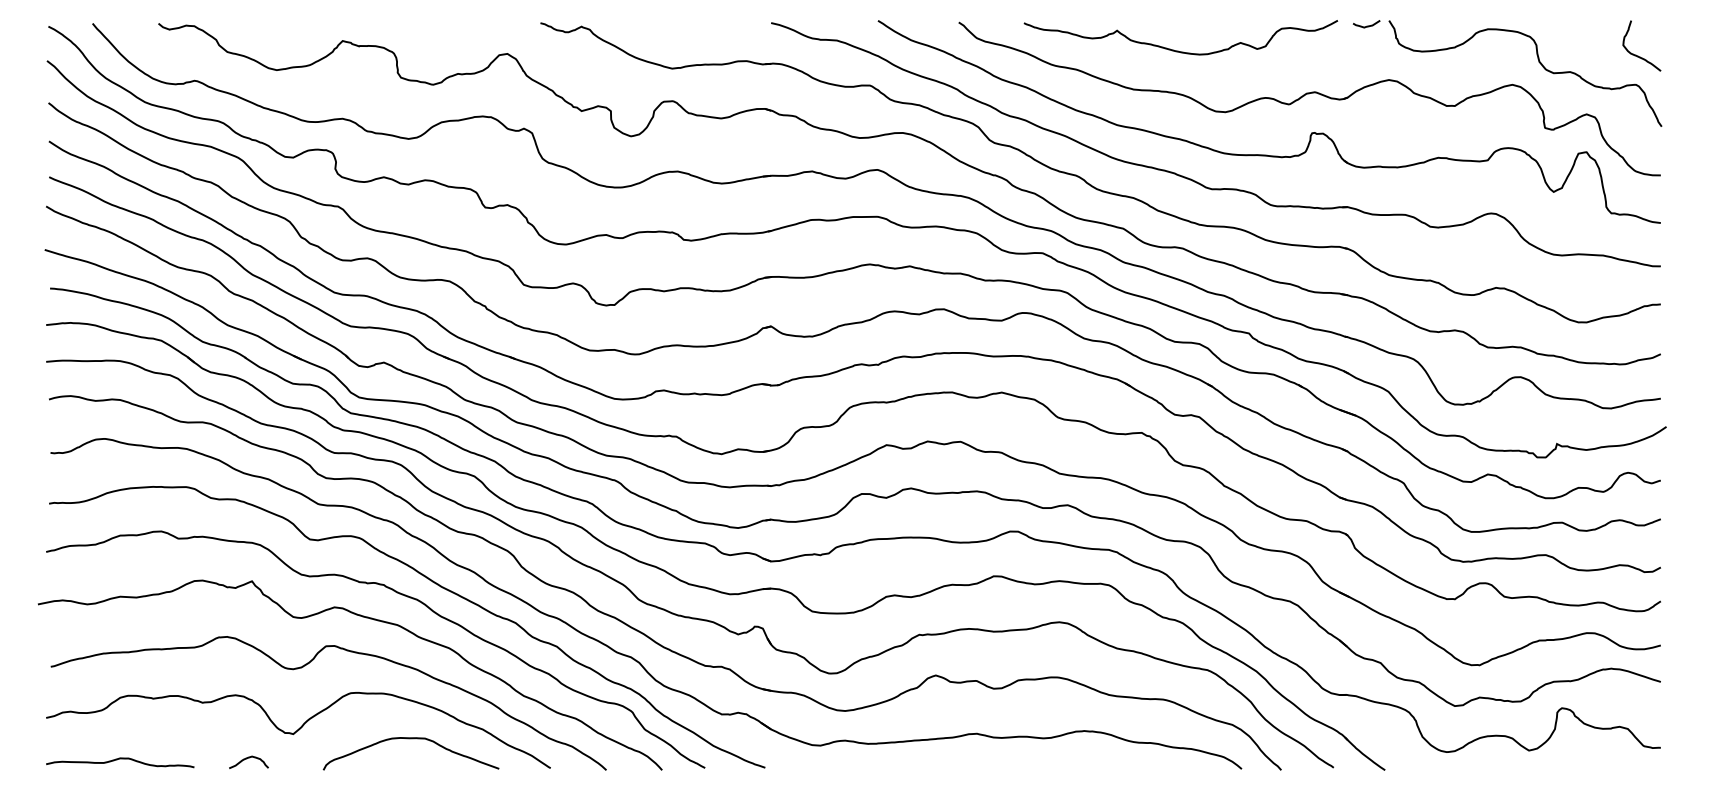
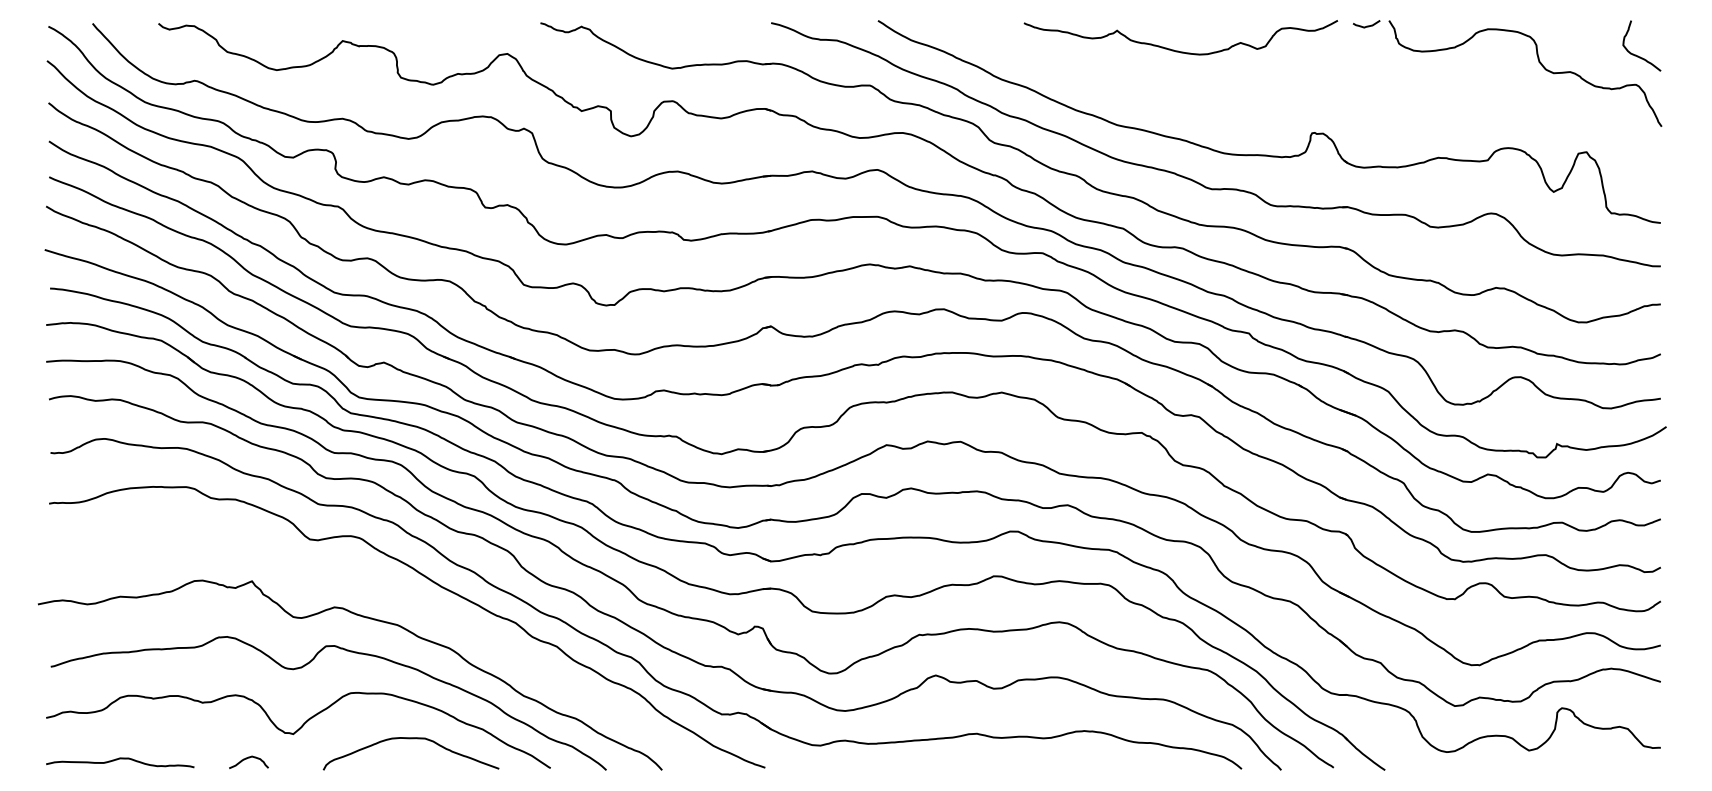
part at (1309, 98): present -> none
curve at (399, 594): present -> none
